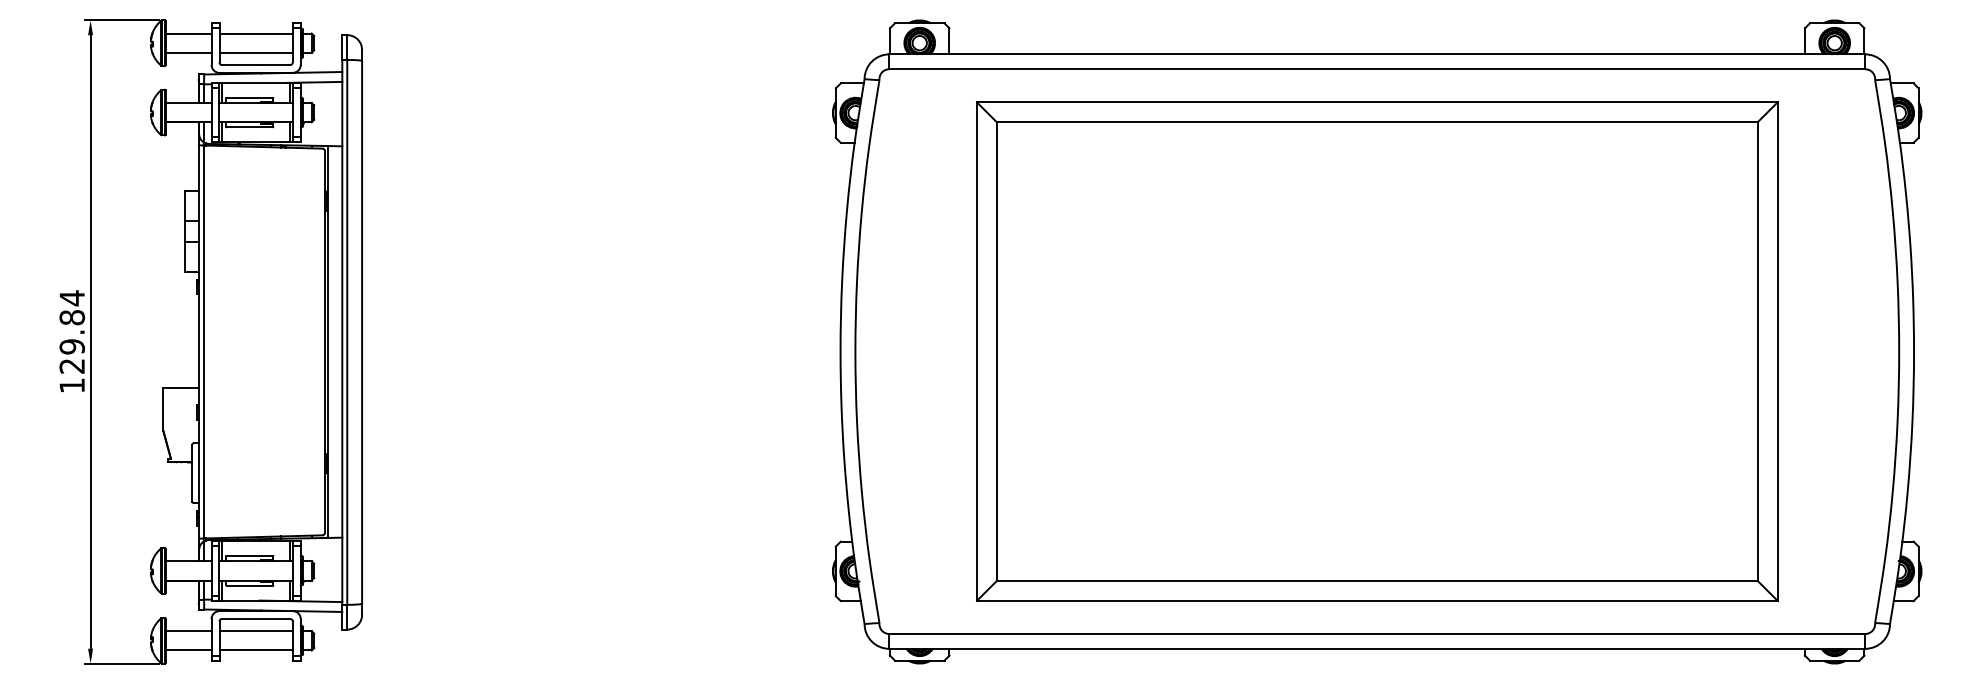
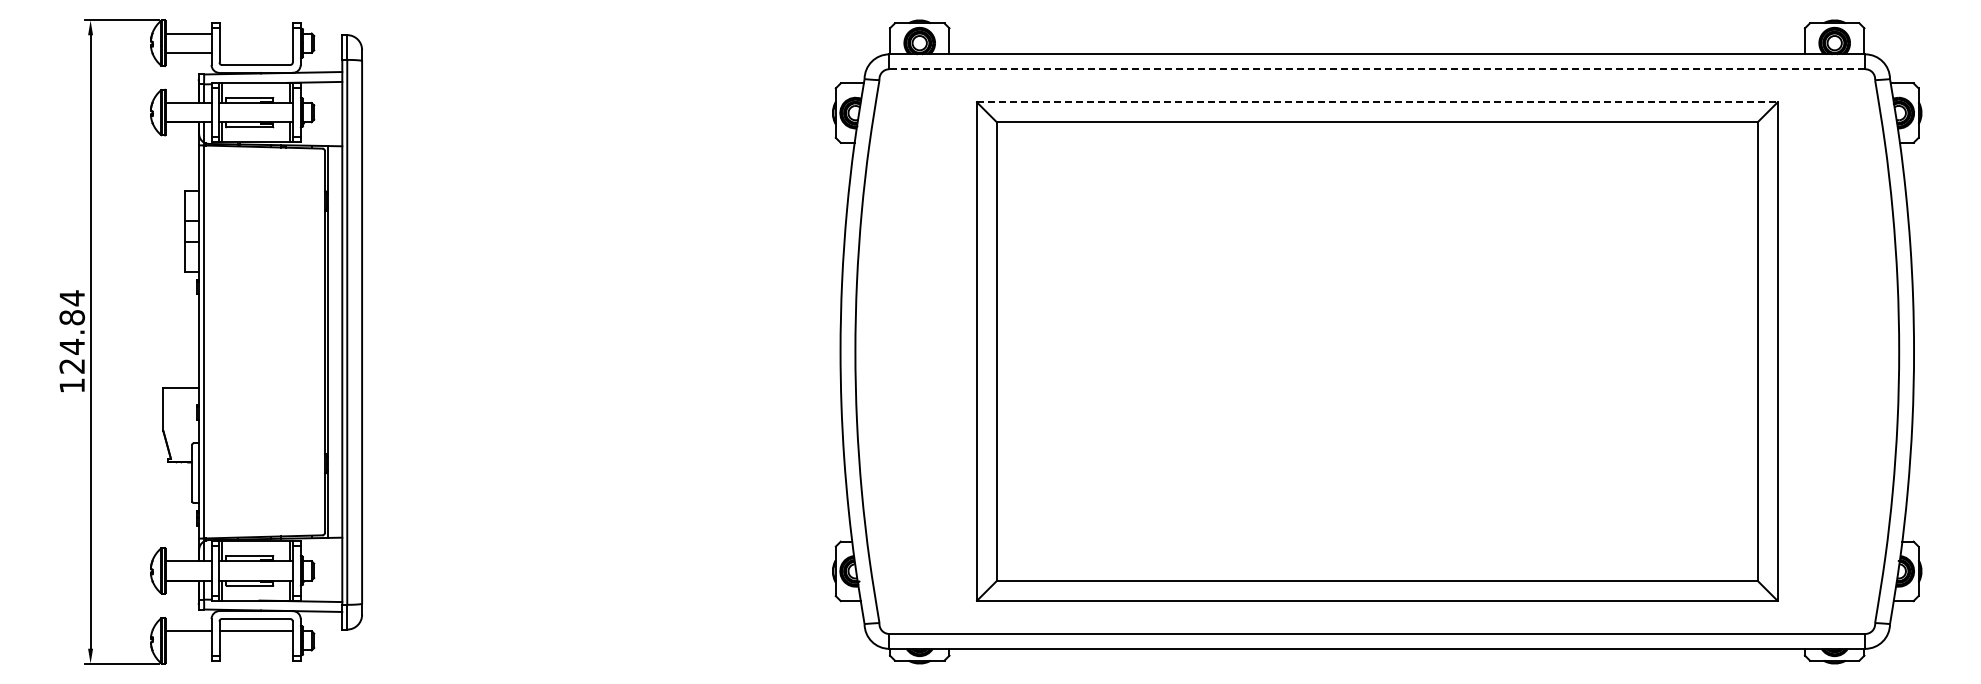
line at (255, 33): present -> none
line at (255, 52): present -> none
line at (1377, 69): solid -> dashed
line at (1377, 102): solid -> dashed
text at (72, 346): 129.84 -> 124.84
line at (188, 650): present -> none
line at (255, 650): present -> none
